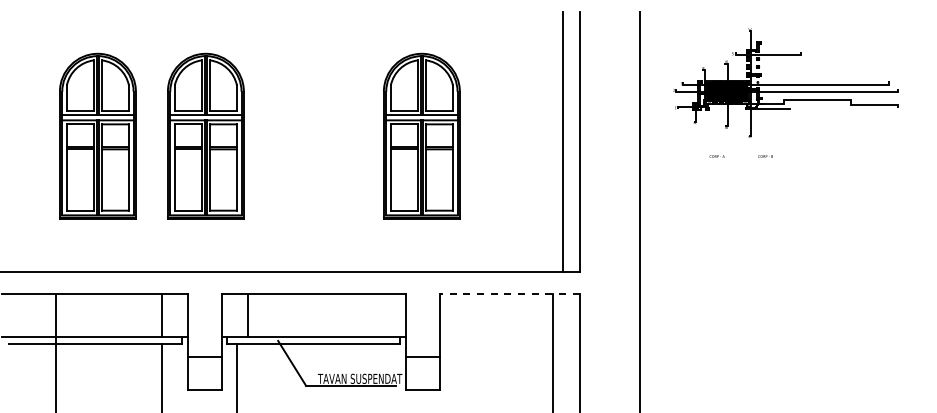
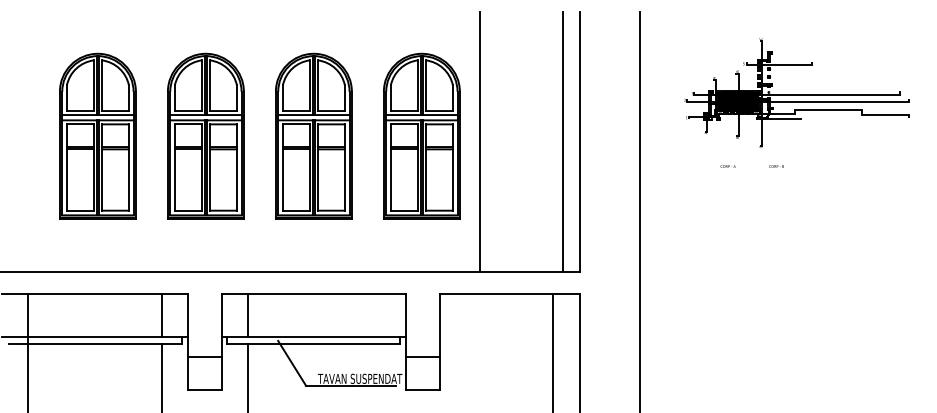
part at (785, 92) position: (785, 92) -> (796, 102)
part at (313, 135): none -> present
line at (480, 142): none -> present
line at (509, 293): dashed -> solid
line at (56, 351) position: (56, 351) -> (28, 351)
line at (236, 376) position: (236, 376) -> (247, 376)
